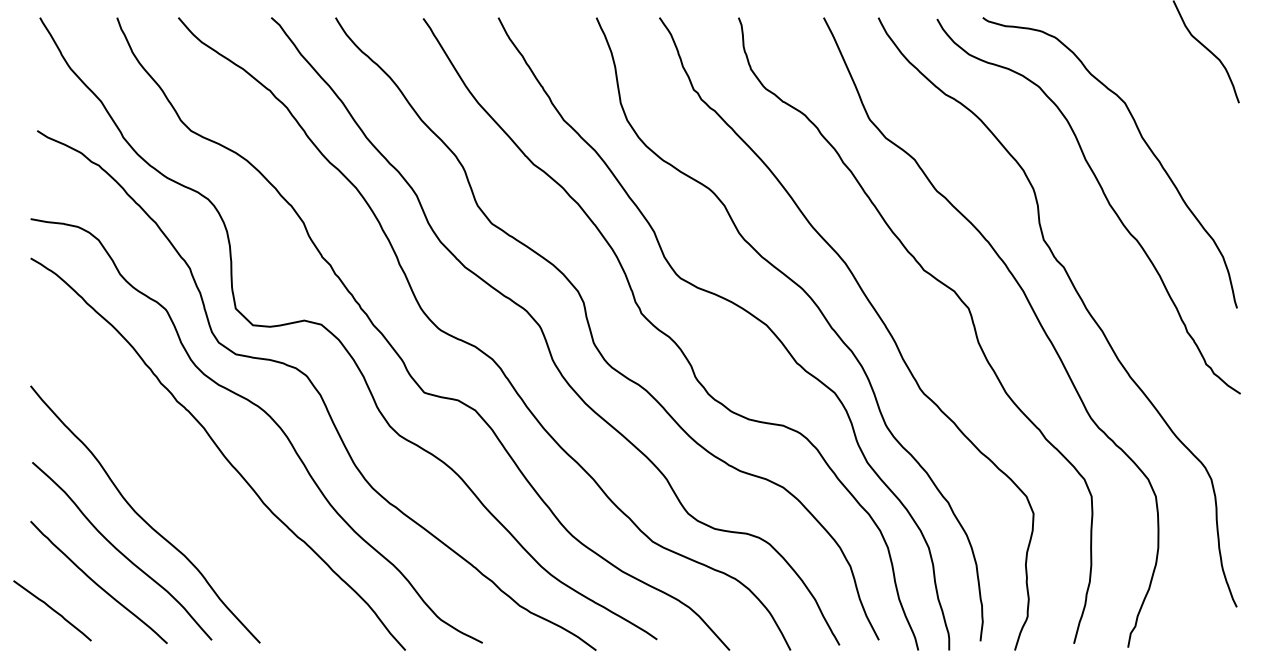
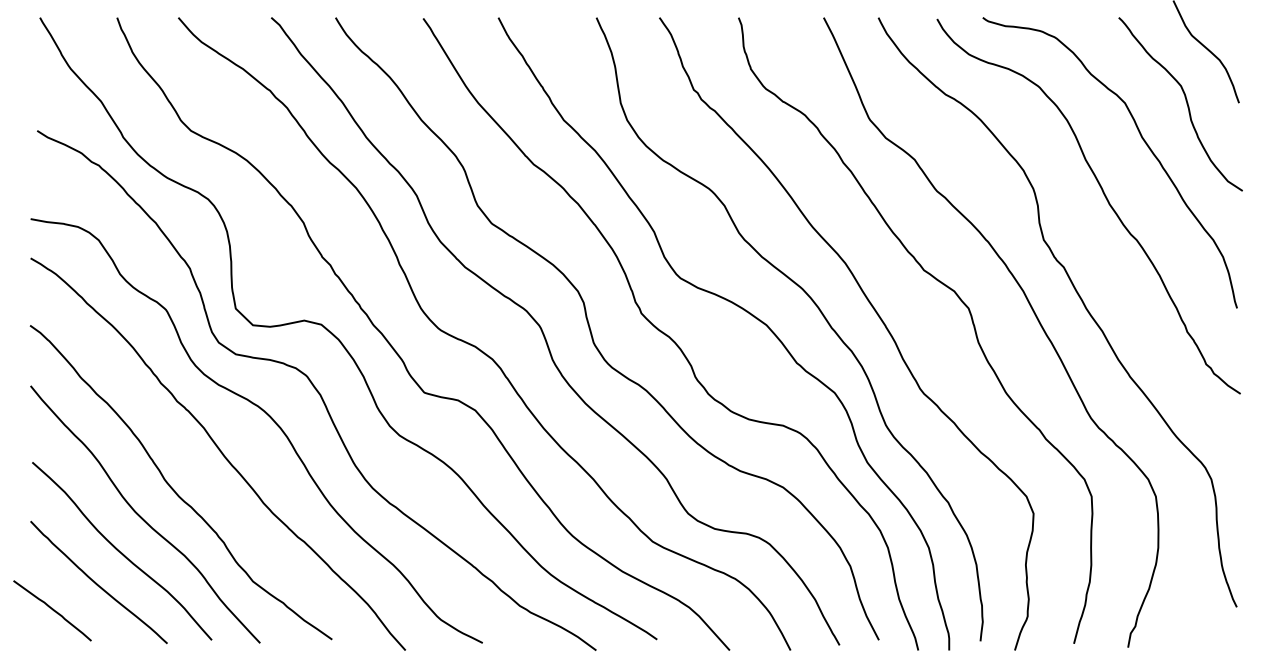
curve at (1186, 104): none -> present
curve at (173, 488): none -> present
